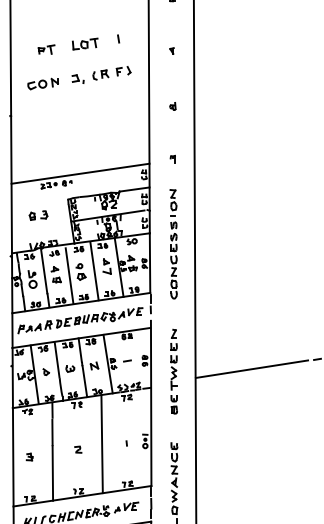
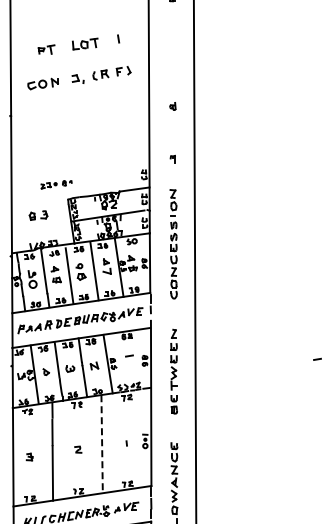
part at (171, 50): present -> none
line at (80, 173): present -> none
line at (127, 360) position: (127, 360) -> (129, 355)
line at (251, 368): present -> none
line at (102, 444): solid -> dashed
